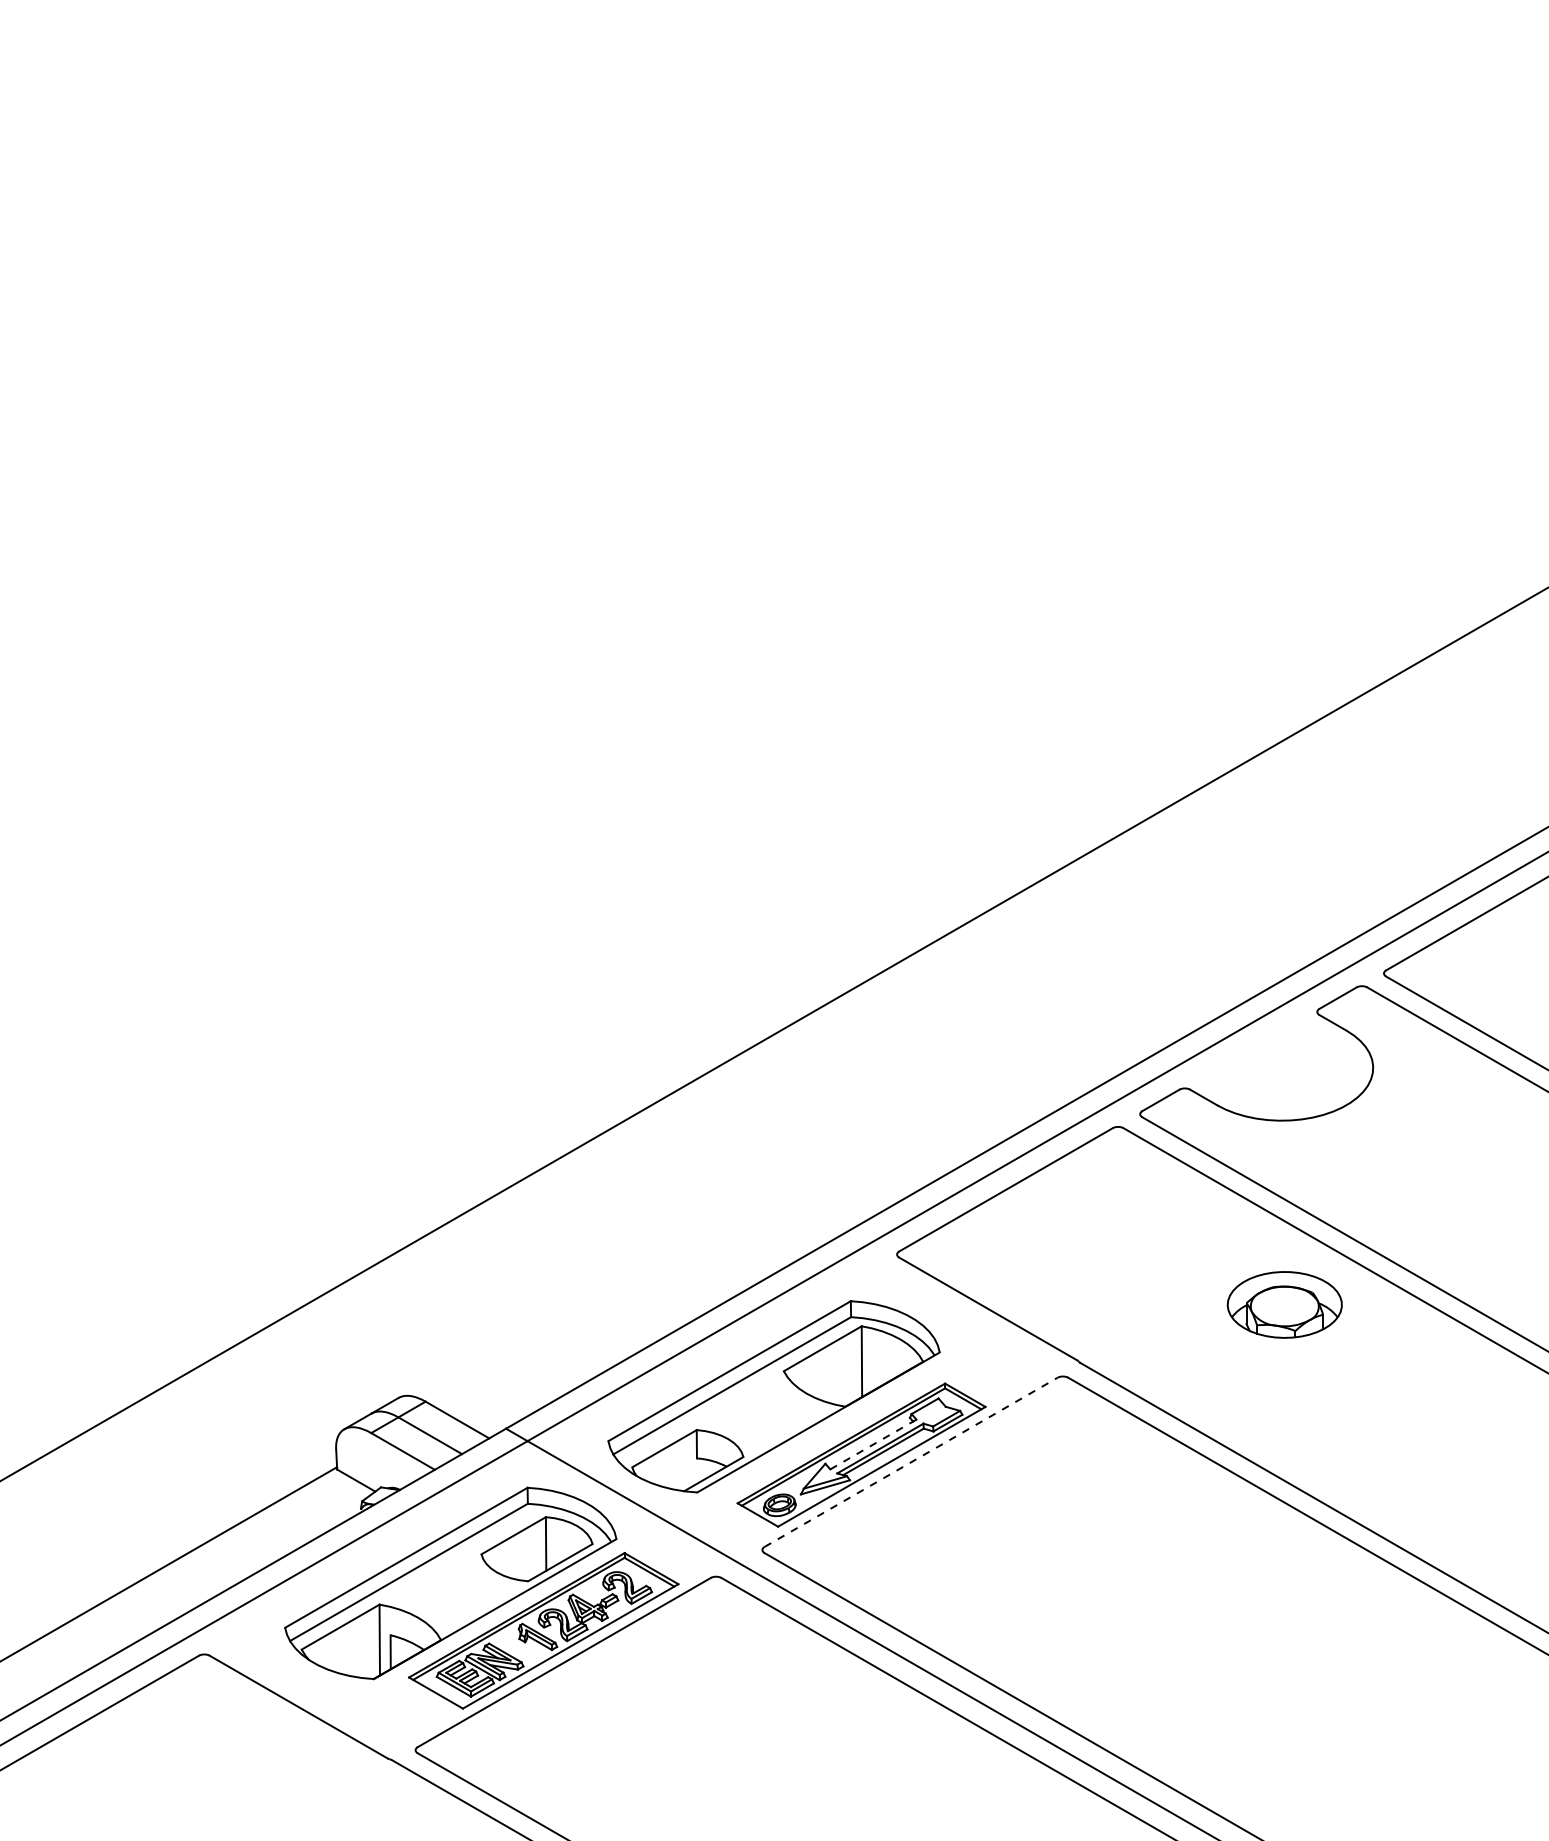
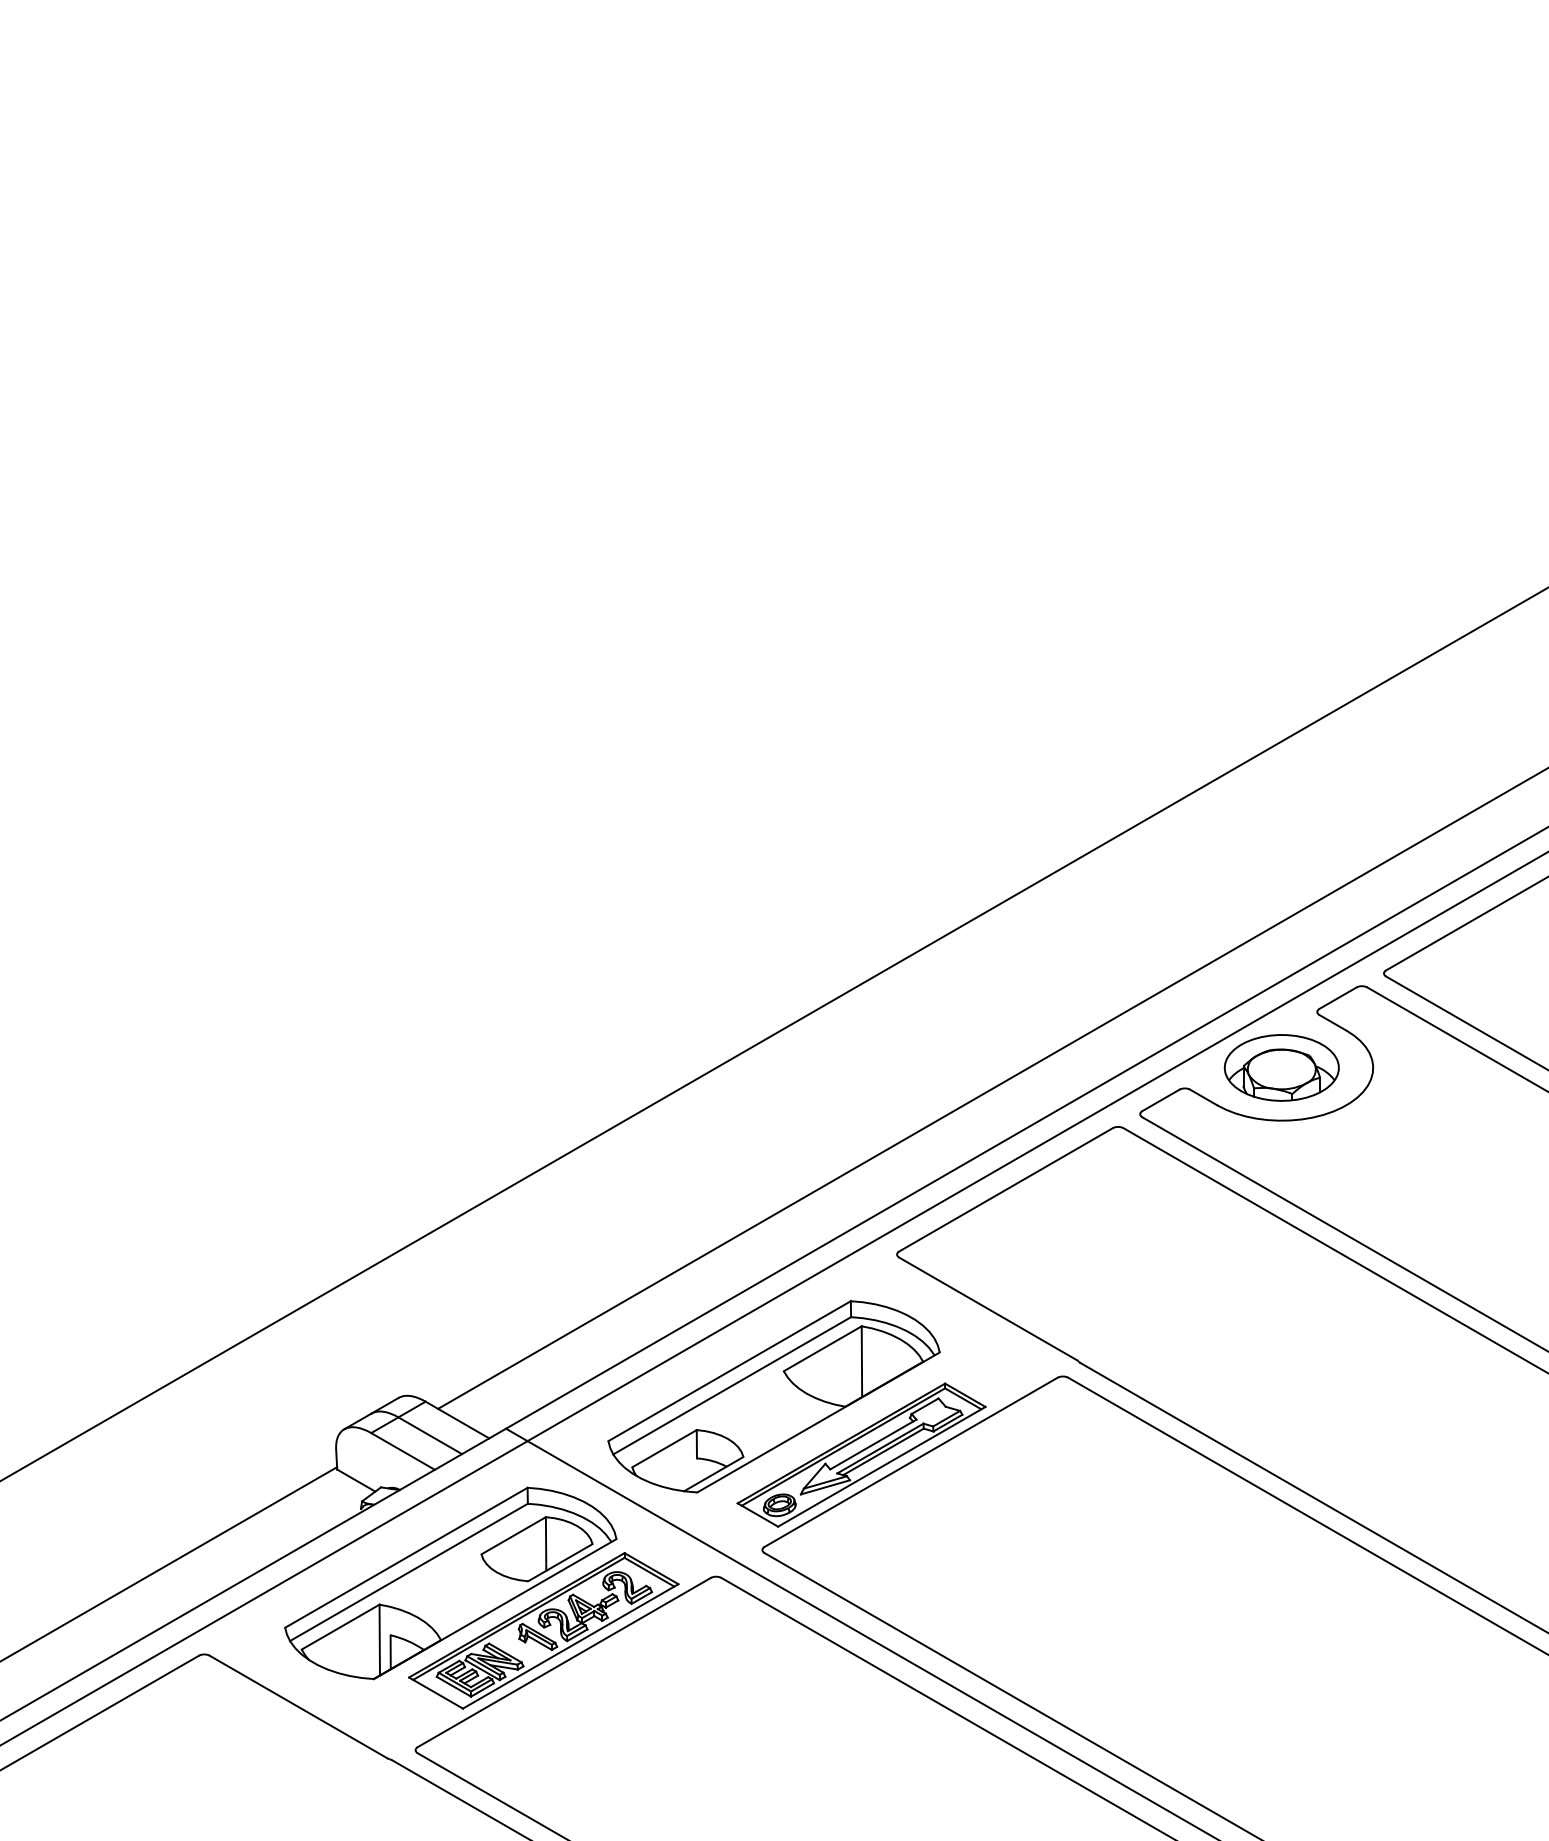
line at (991, 1088): none -> present
part at (1284, 1304) position: (1284, 1304) -> (1281, 1067)
line at (873, 1444): dashed -> solid
line at (911, 1462): dashed -> solid
